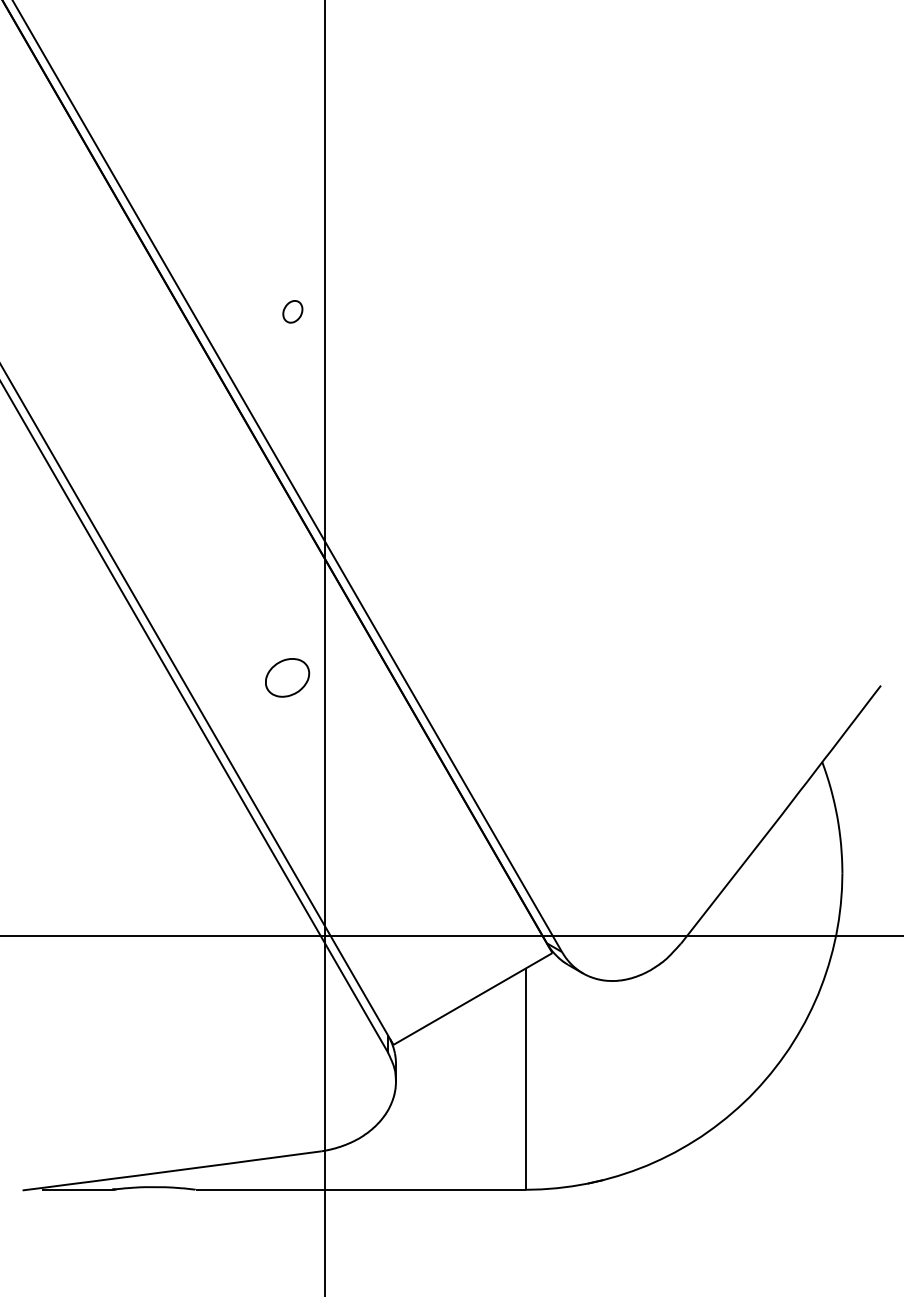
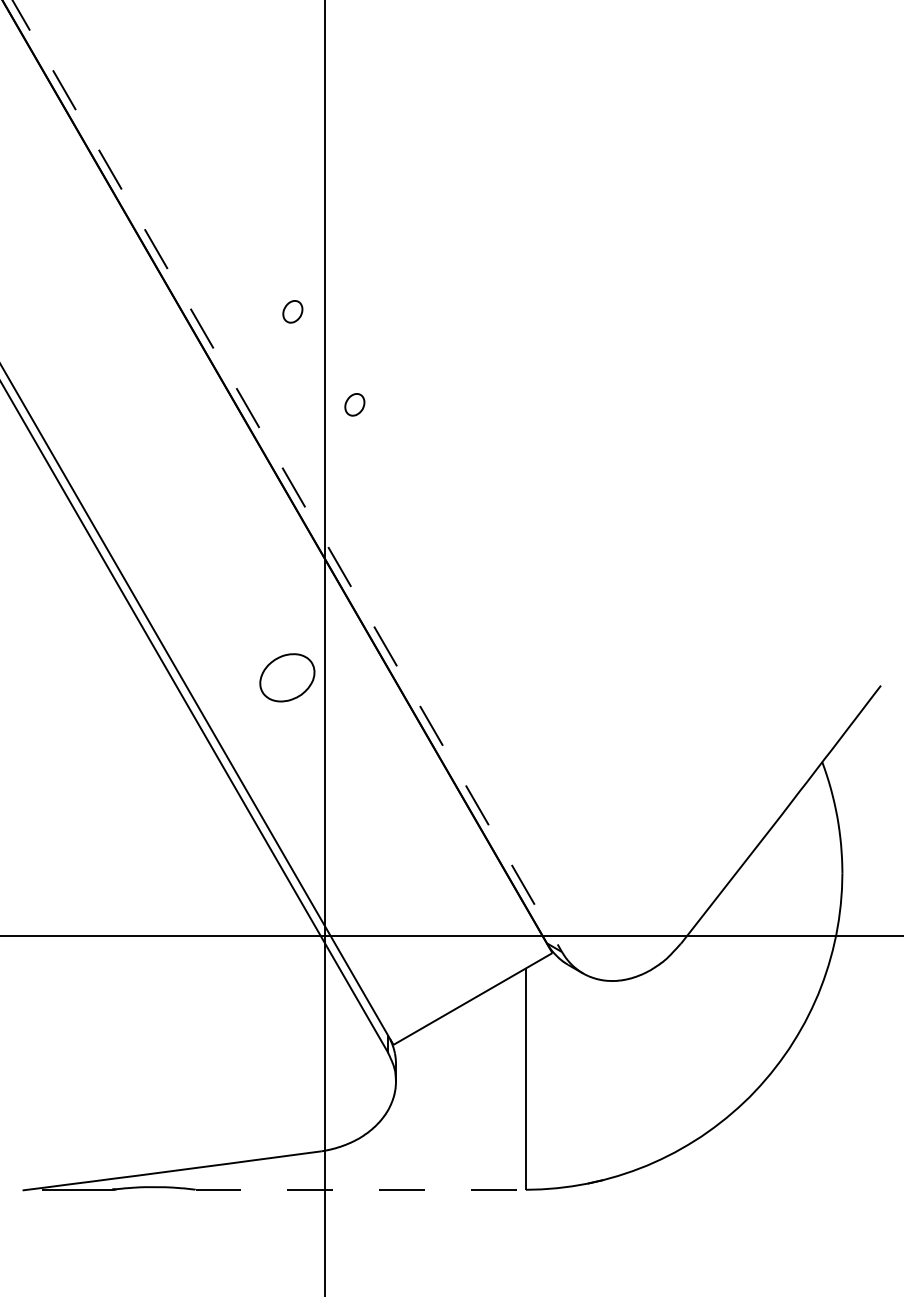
part at (354, 404): none -> present
line at (287, 476): solid -> dashed
part at (287, 677) size: 46x40 px -> 57x50 px
line at (361, 1189): solid -> dashed
